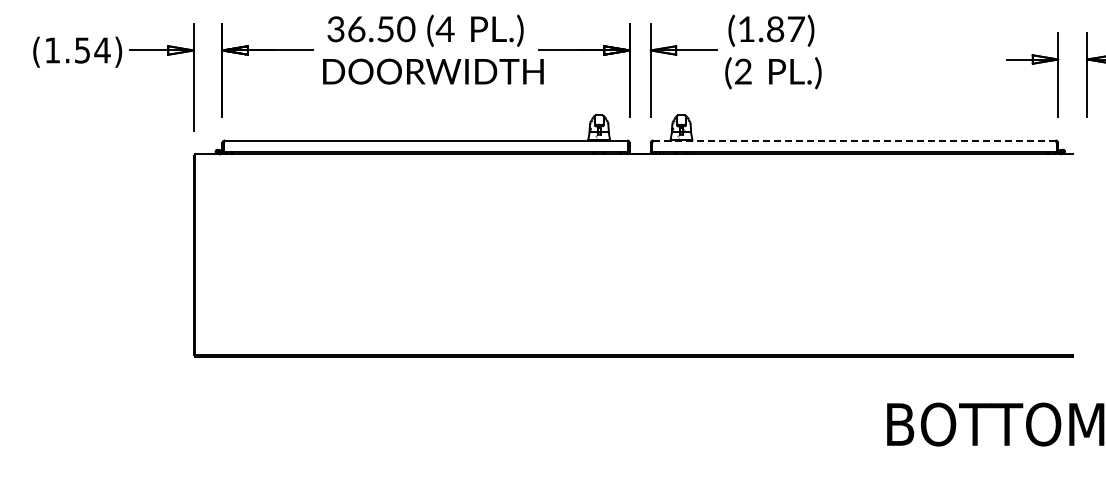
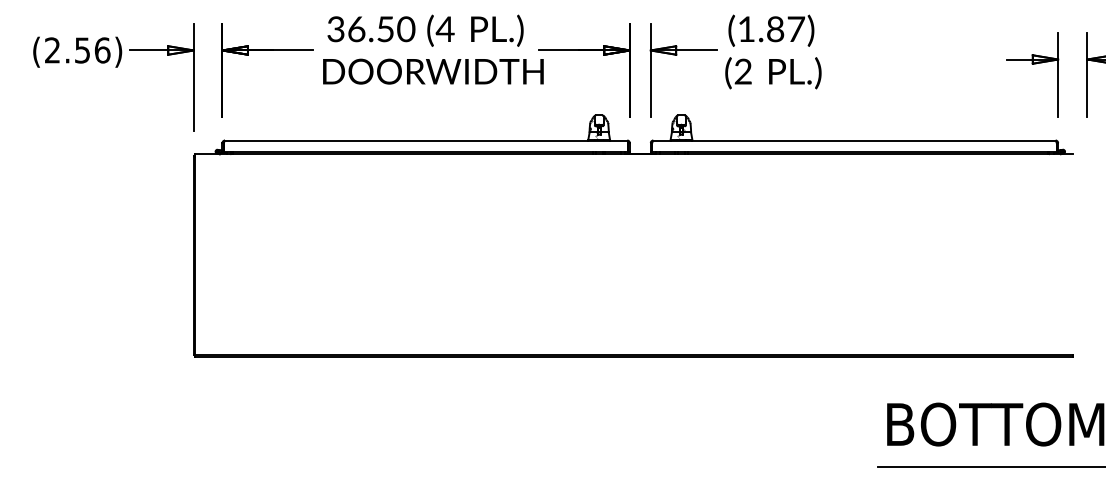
text at (77, 50): (1.54) -> (2.56)
line at (854, 140): dashed -> solid
line at (989, 466): none -> present
